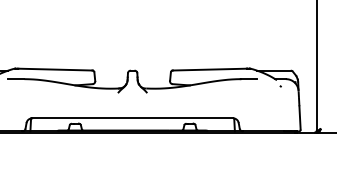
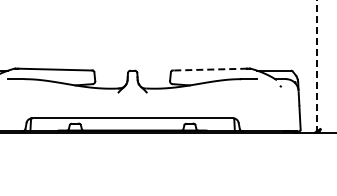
line at (316, 66): solid -> dashed
line at (209, 69): solid -> dashed
